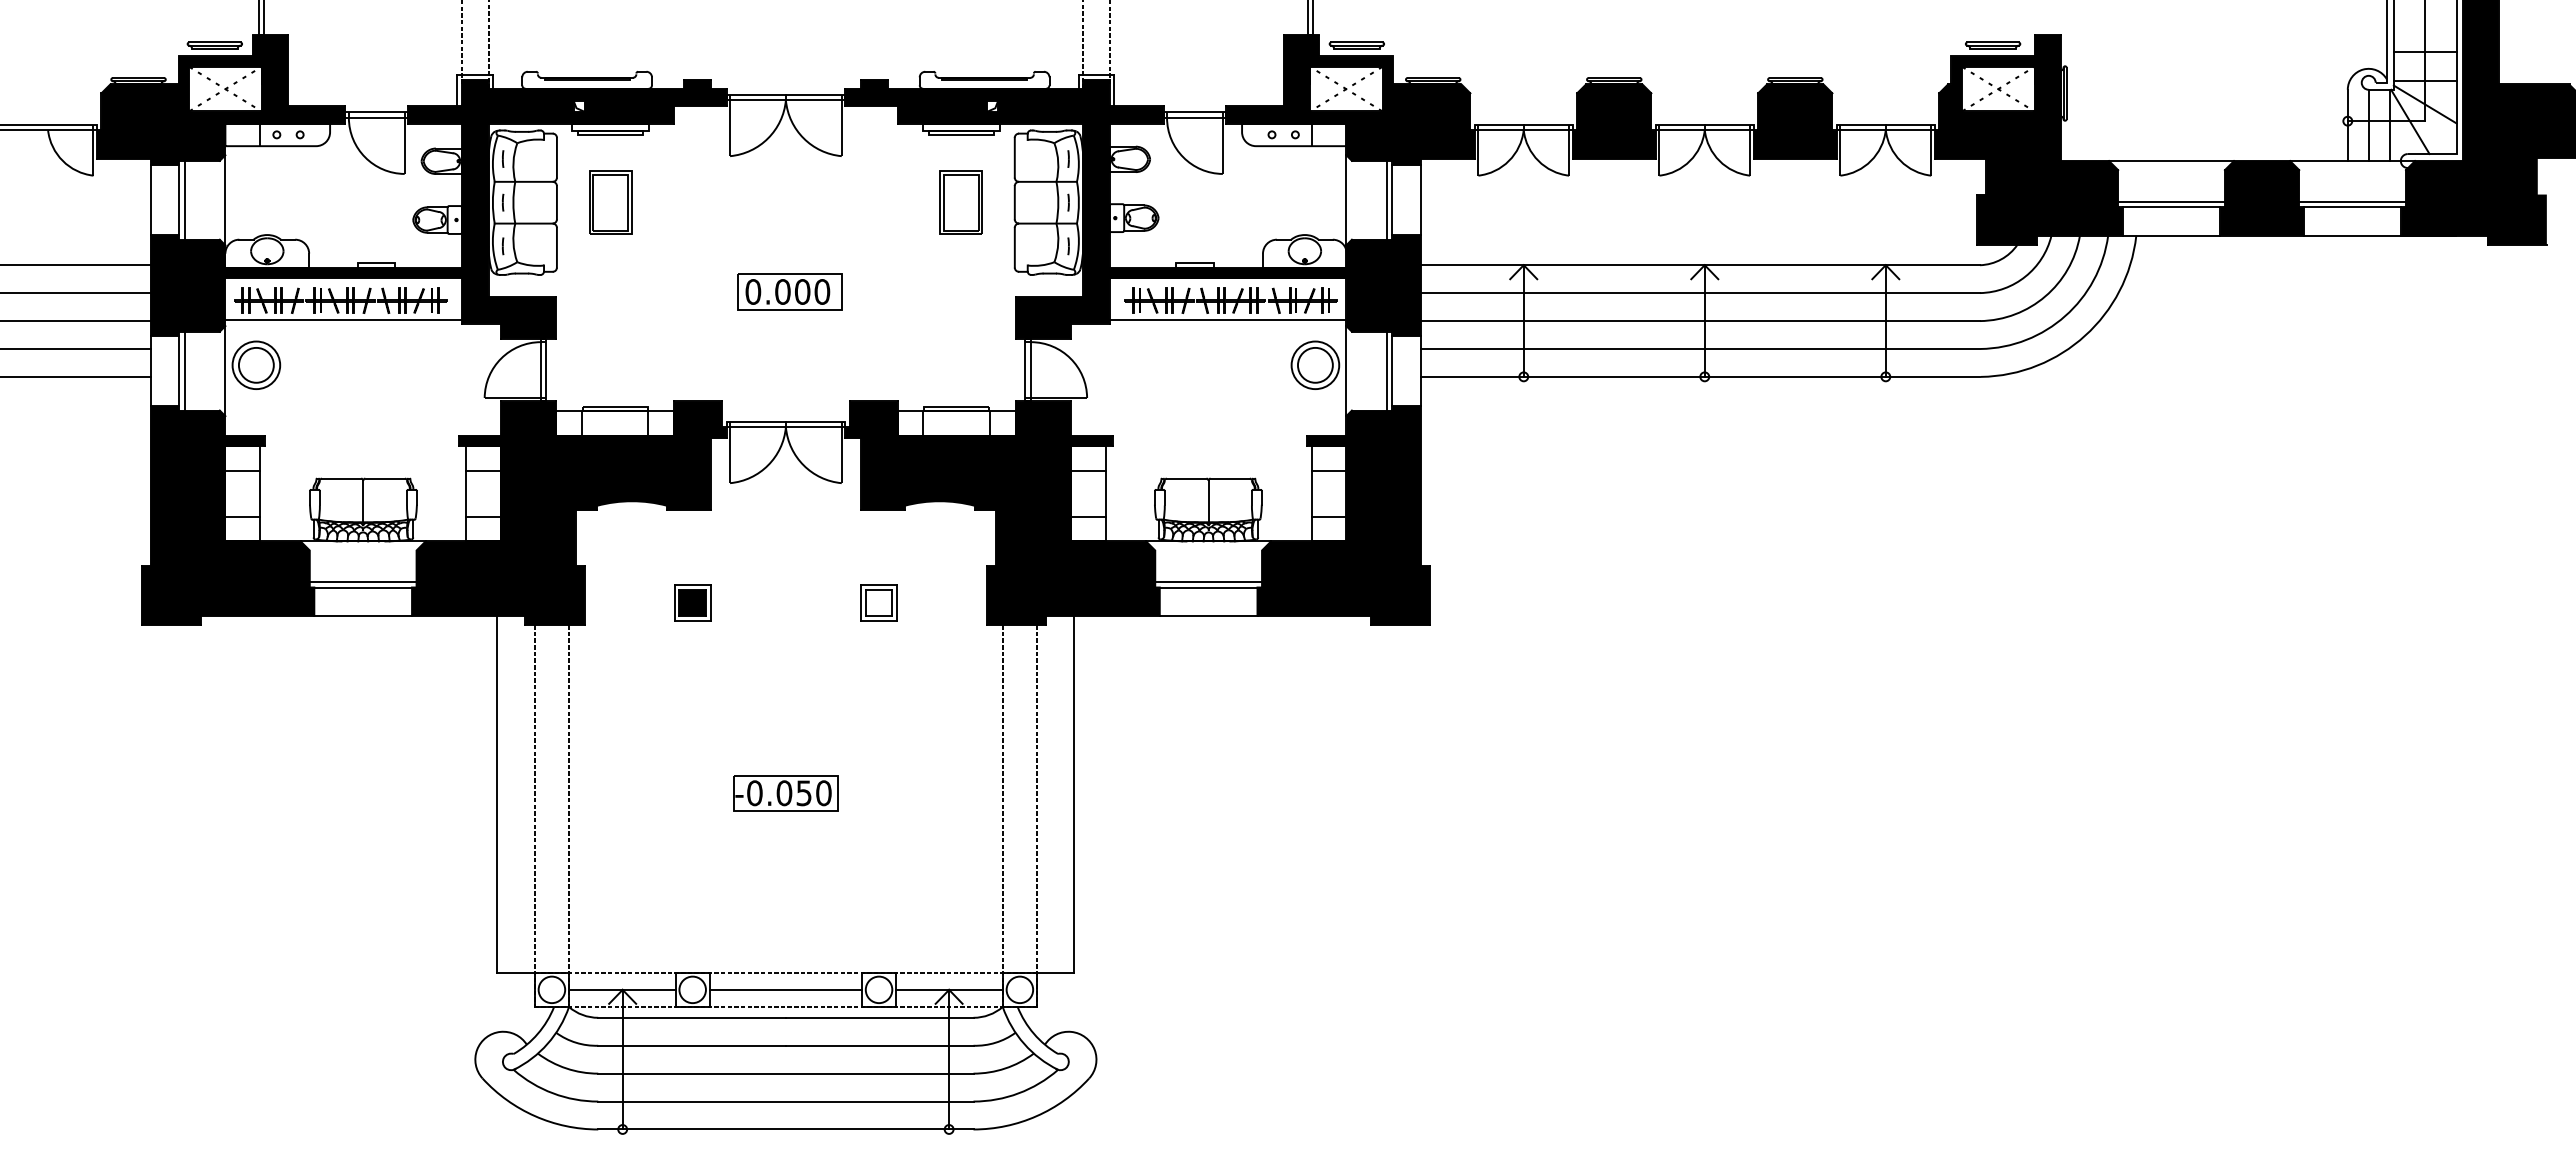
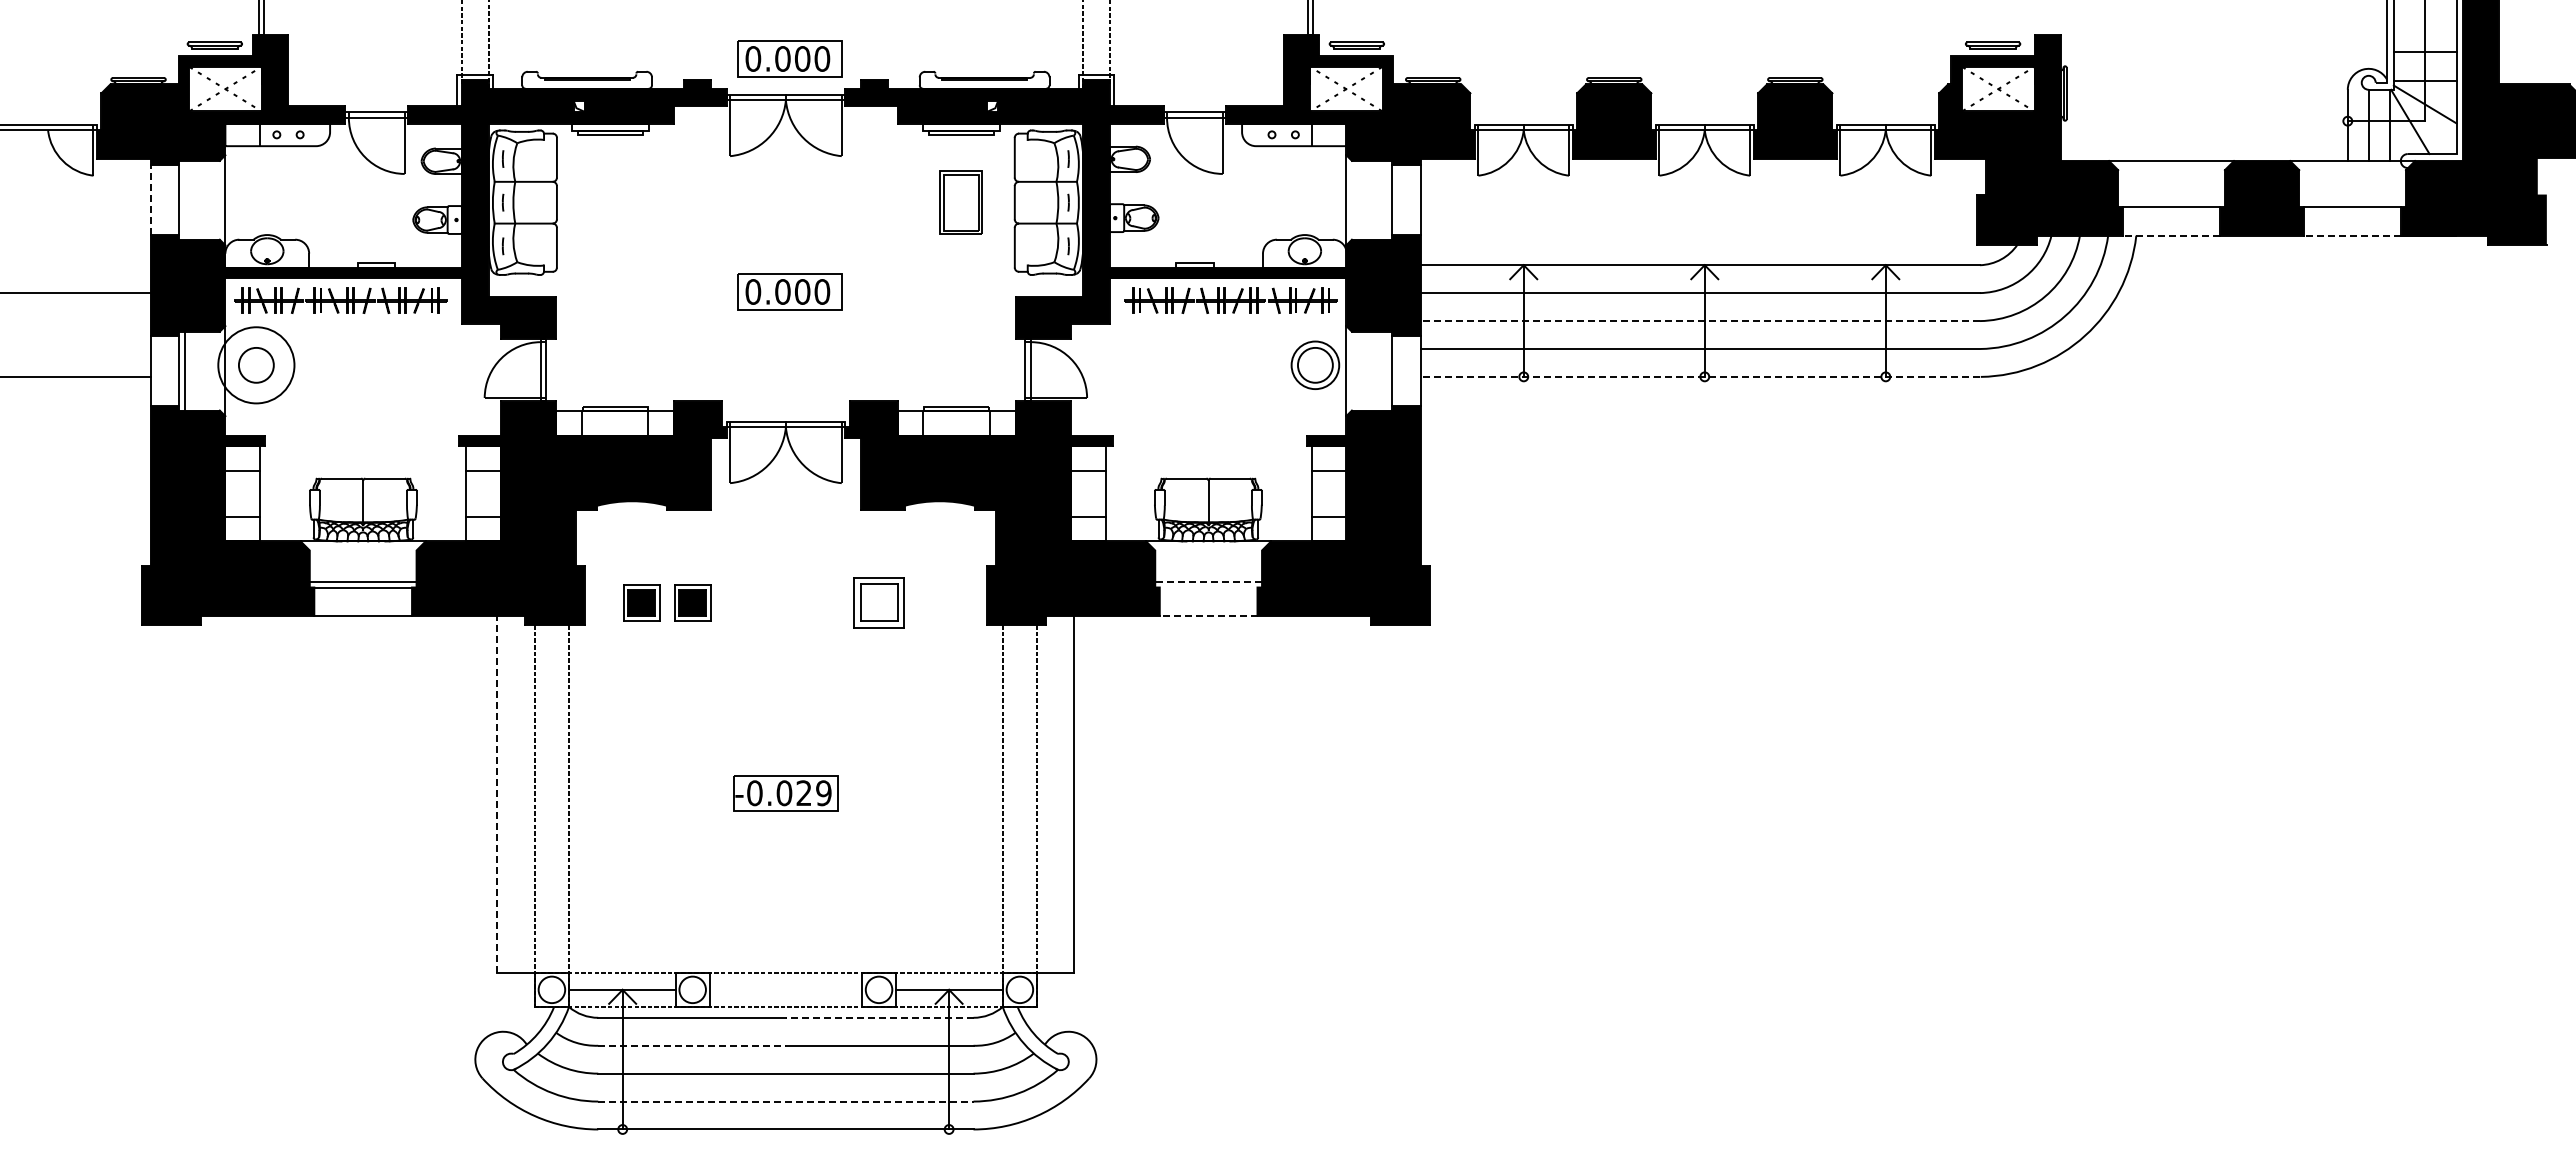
part at (789, 58): none -> present
line at (184, 199): present -> none
line at (1386, 199): present -> none
line at (150, 200): solid -> dashed
line at (2171, 201): present -> none
line at (2352, 201): present -> none
part at (610, 202): present -> none
line at (2171, 235): solid -> dashed
line at (2352, 235): solid -> dashed
line at (76, 265): present -> none
line at (343, 320): present -> none
line at (1227, 320): present -> none
line at (76, 321): present -> none
line at (1700, 321): solid -> dashed
line at (76, 348): present -> none
circle at (256, 365) diameter: 48 px -> 76 px
line at (1386, 370): present -> none
line at (1700, 376): solid -> dashed
line at (1208, 581): solid -> dashed
line at (1208, 587): present -> none
part at (641, 602): none -> present
part at (878, 602) size: 38x38 px -> 52x52 px
line at (1208, 616): solid -> dashed
line at (497, 793): solid -> dashed
text at (813, 793): -0.050 -> -0.029
line at (785, 989): present -> none
line at (879, 1017): solid -> dashed
line at (692, 1045): solid -> dashed
line at (785, 1101): solid -> dashed
